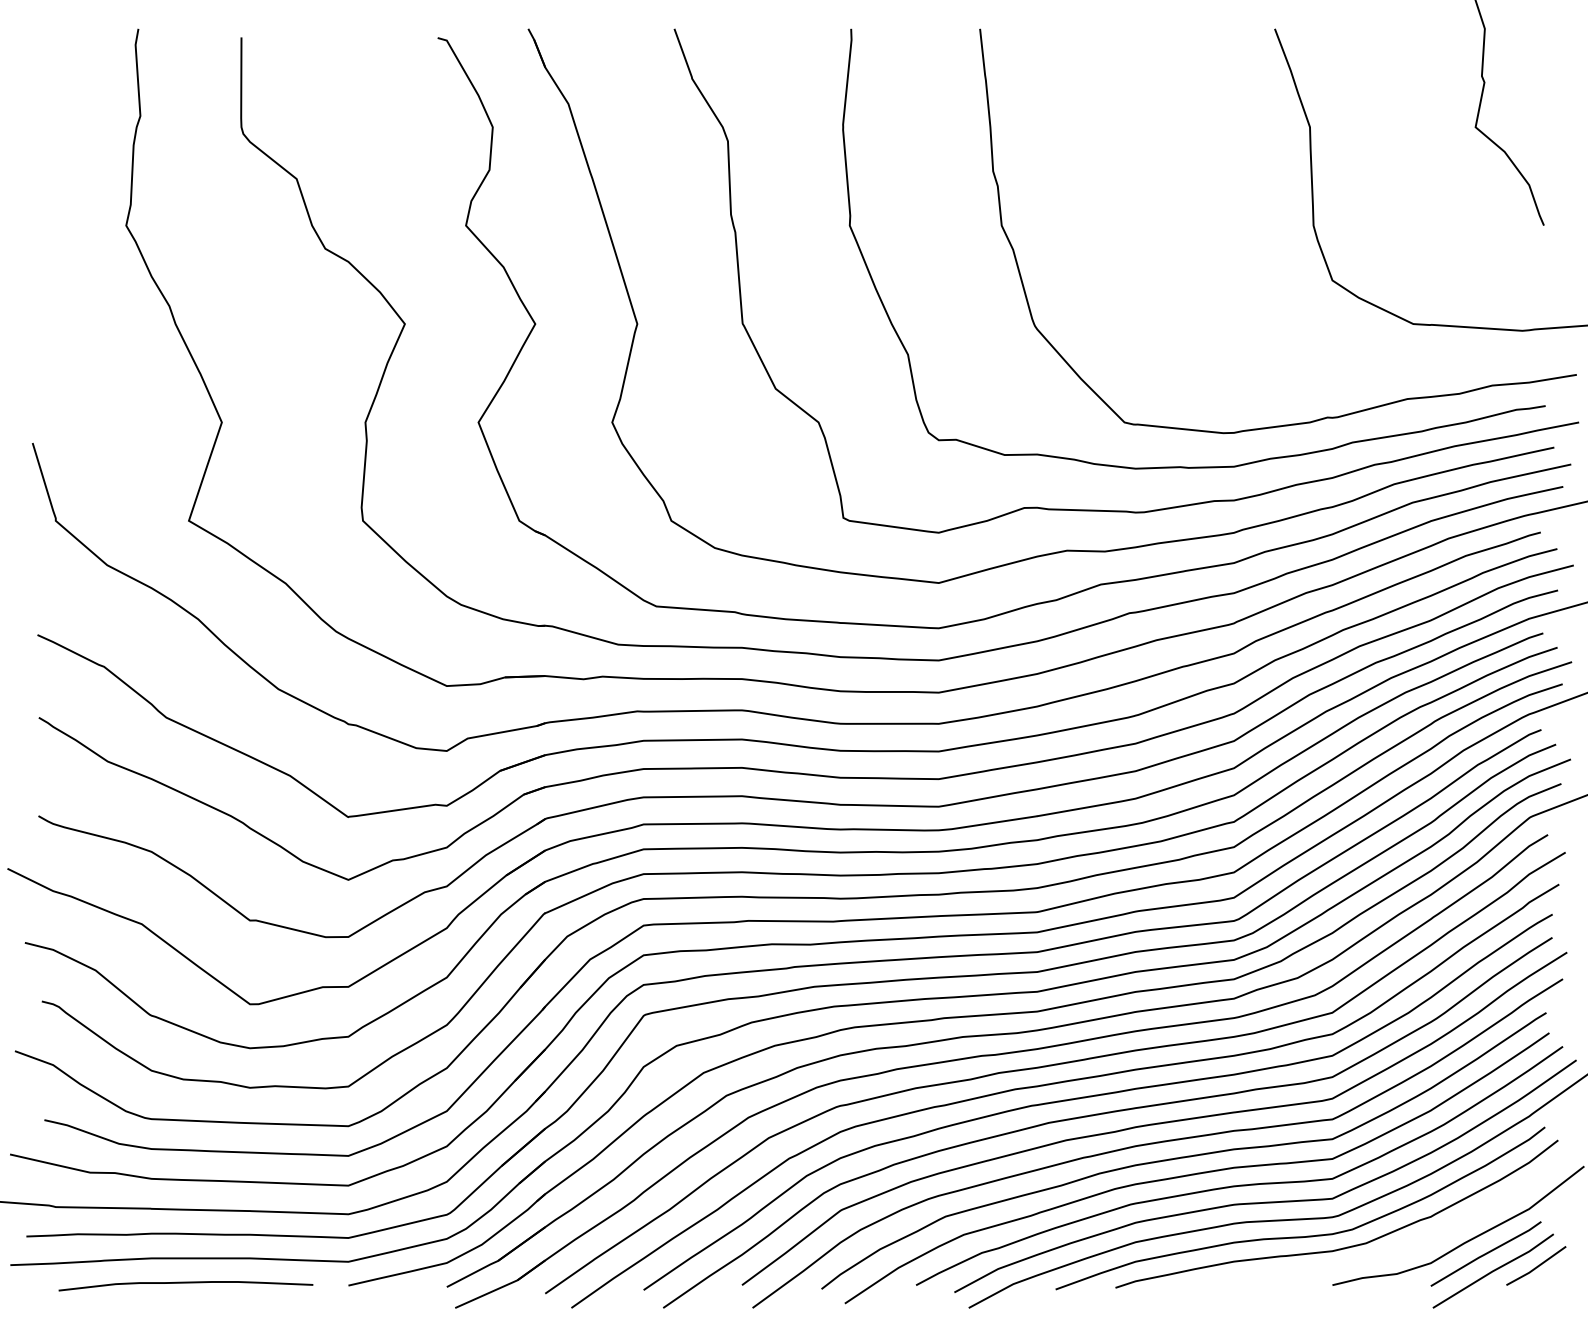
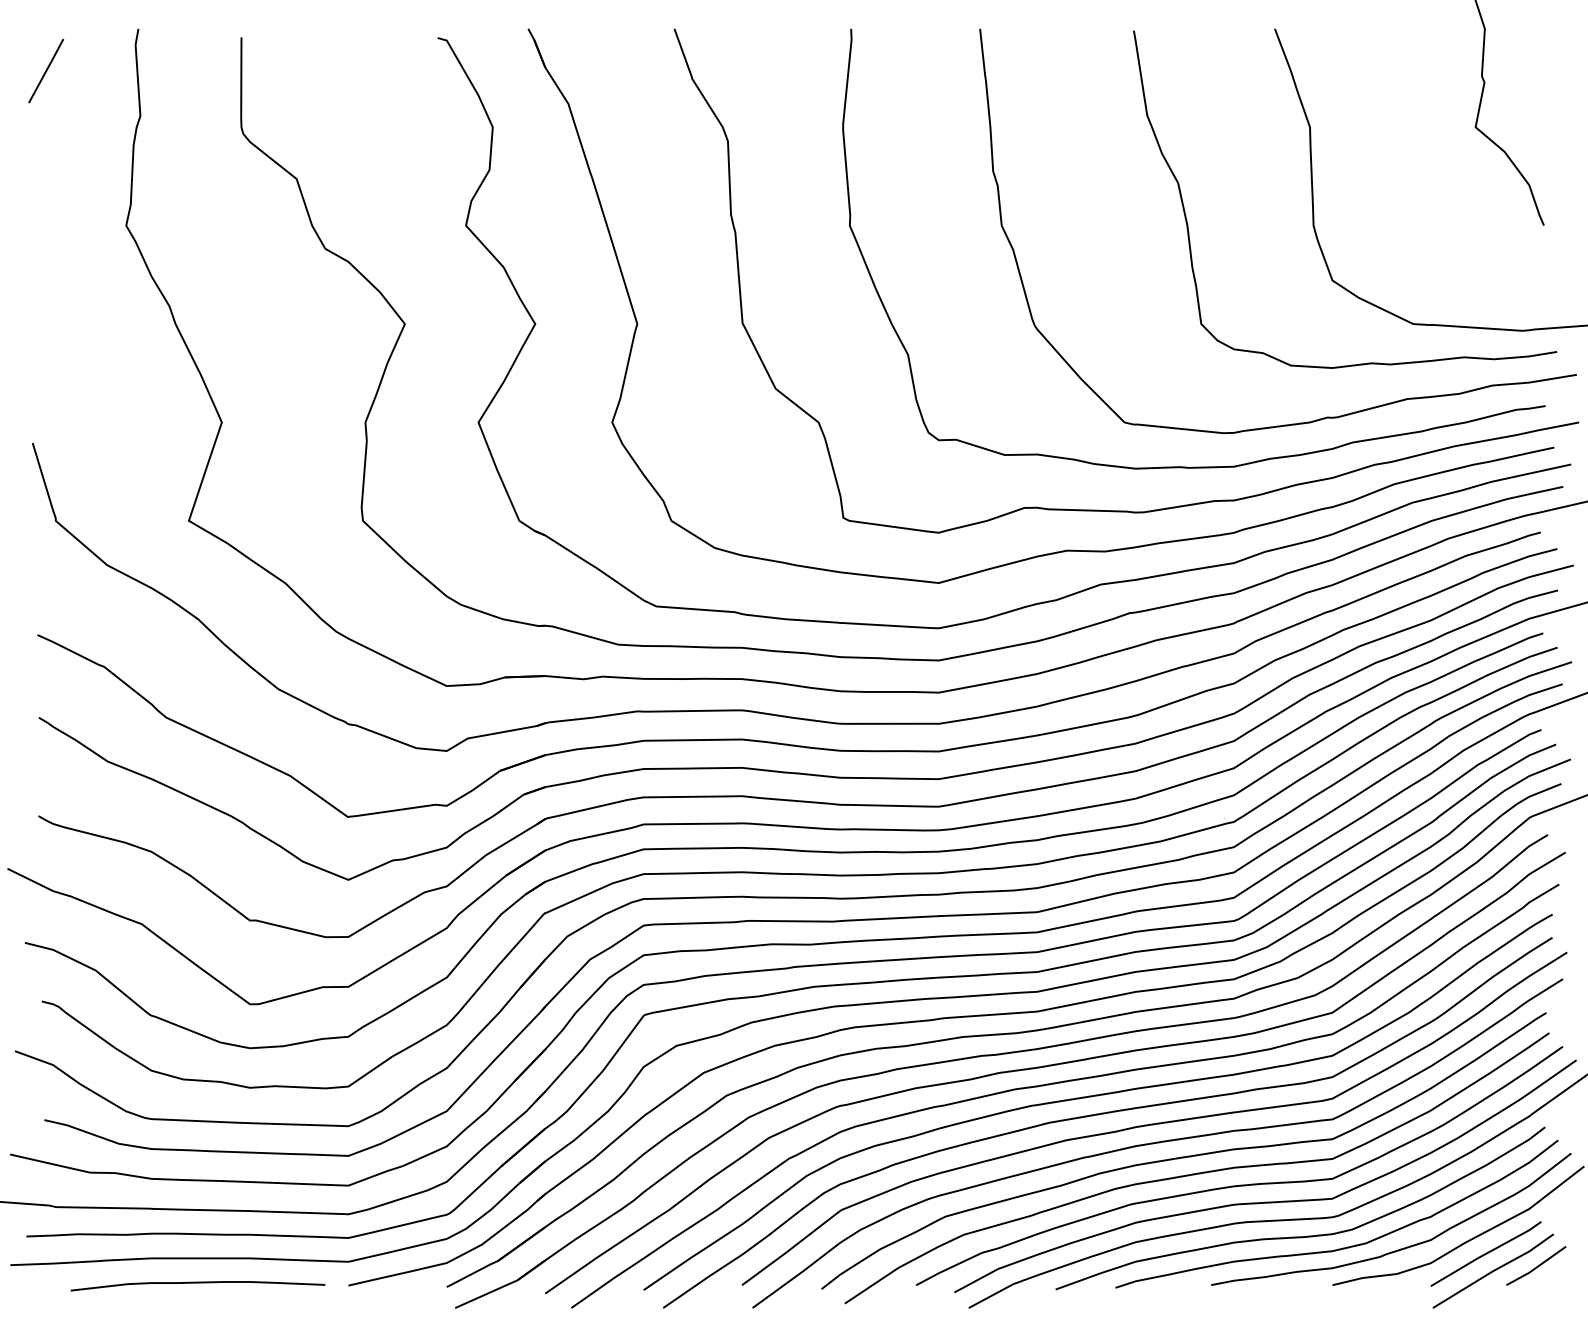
line at (46, 70): none -> present
curve at (1188, 224): none -> present
curve at (1400, 1248): none -> present
curve at (185, 1283) position: (185, 1283) -> (197, 1283)
